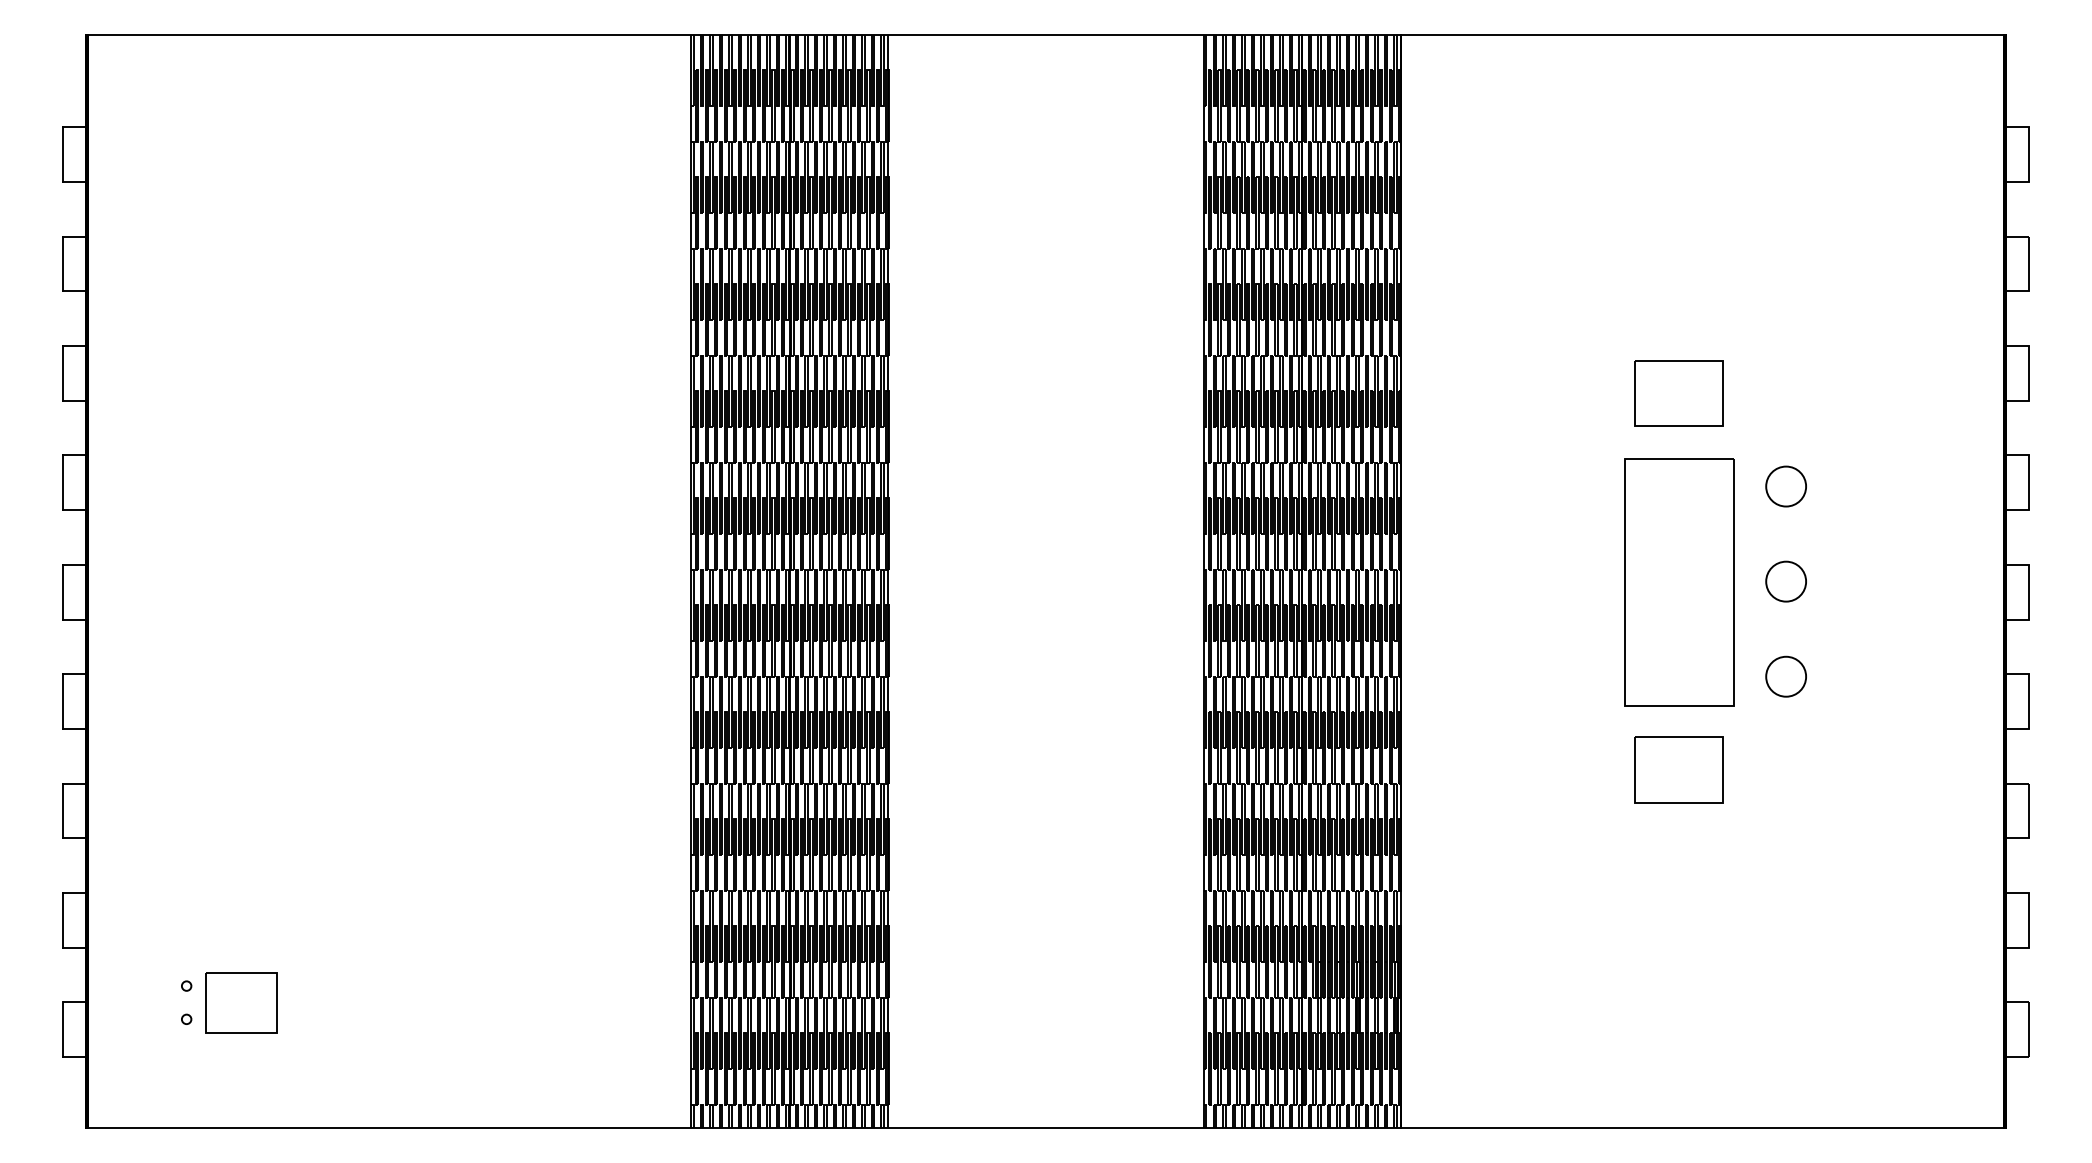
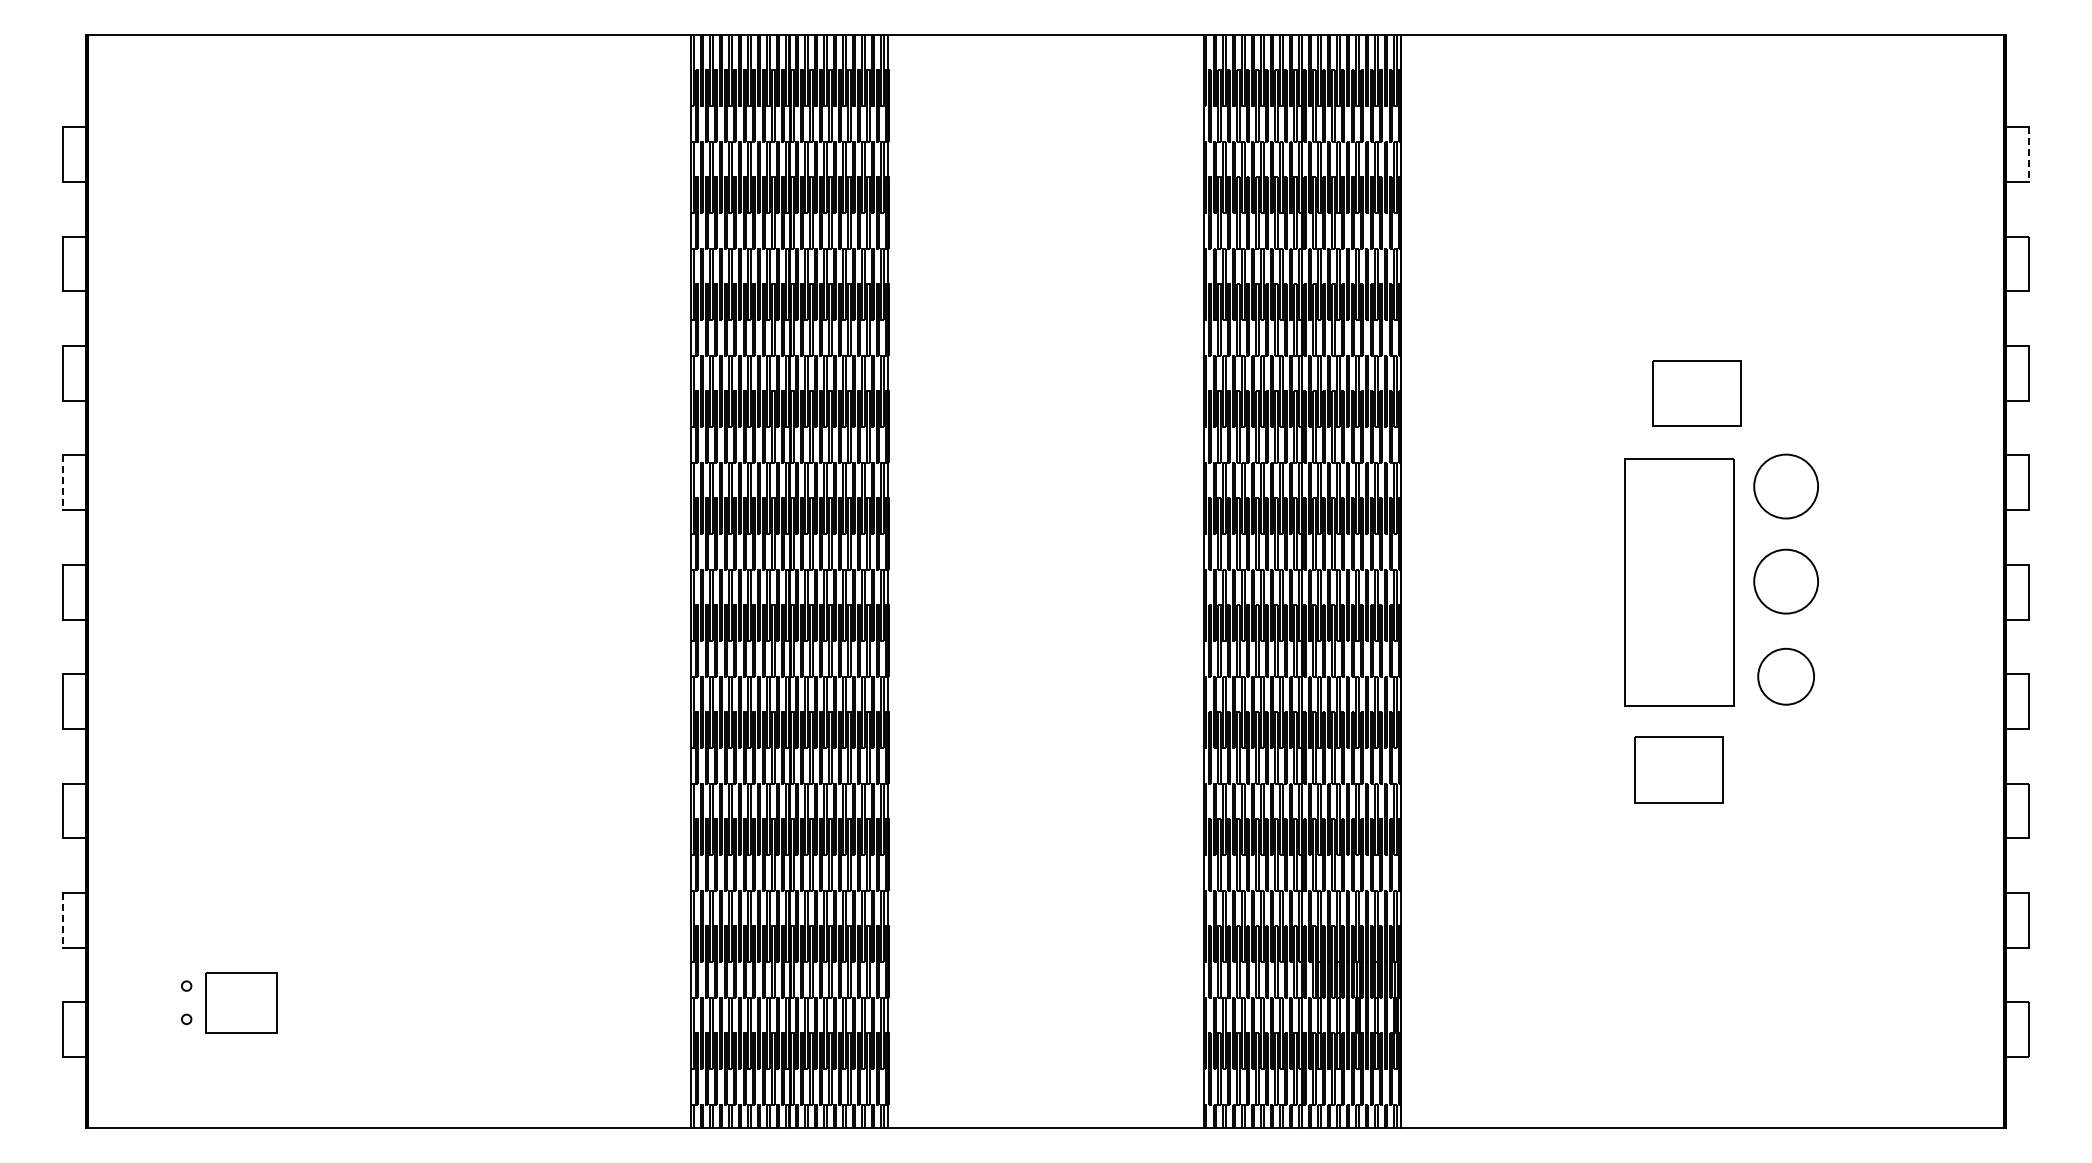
line at (2029, 155): solid -> dashed
part at (1678, 393) position: (1678, 393) -> (1696, 393)
line at (62, 483): solid -> dashed
circle at (1786, 486) diameter: 40 px -> 64 px
circle at (1786, 581) diameter: 40 px -> 64 px
circle at (1786, 676) diameter: 40 px -> 56 px
line at (62, 920): solid -> dashed
